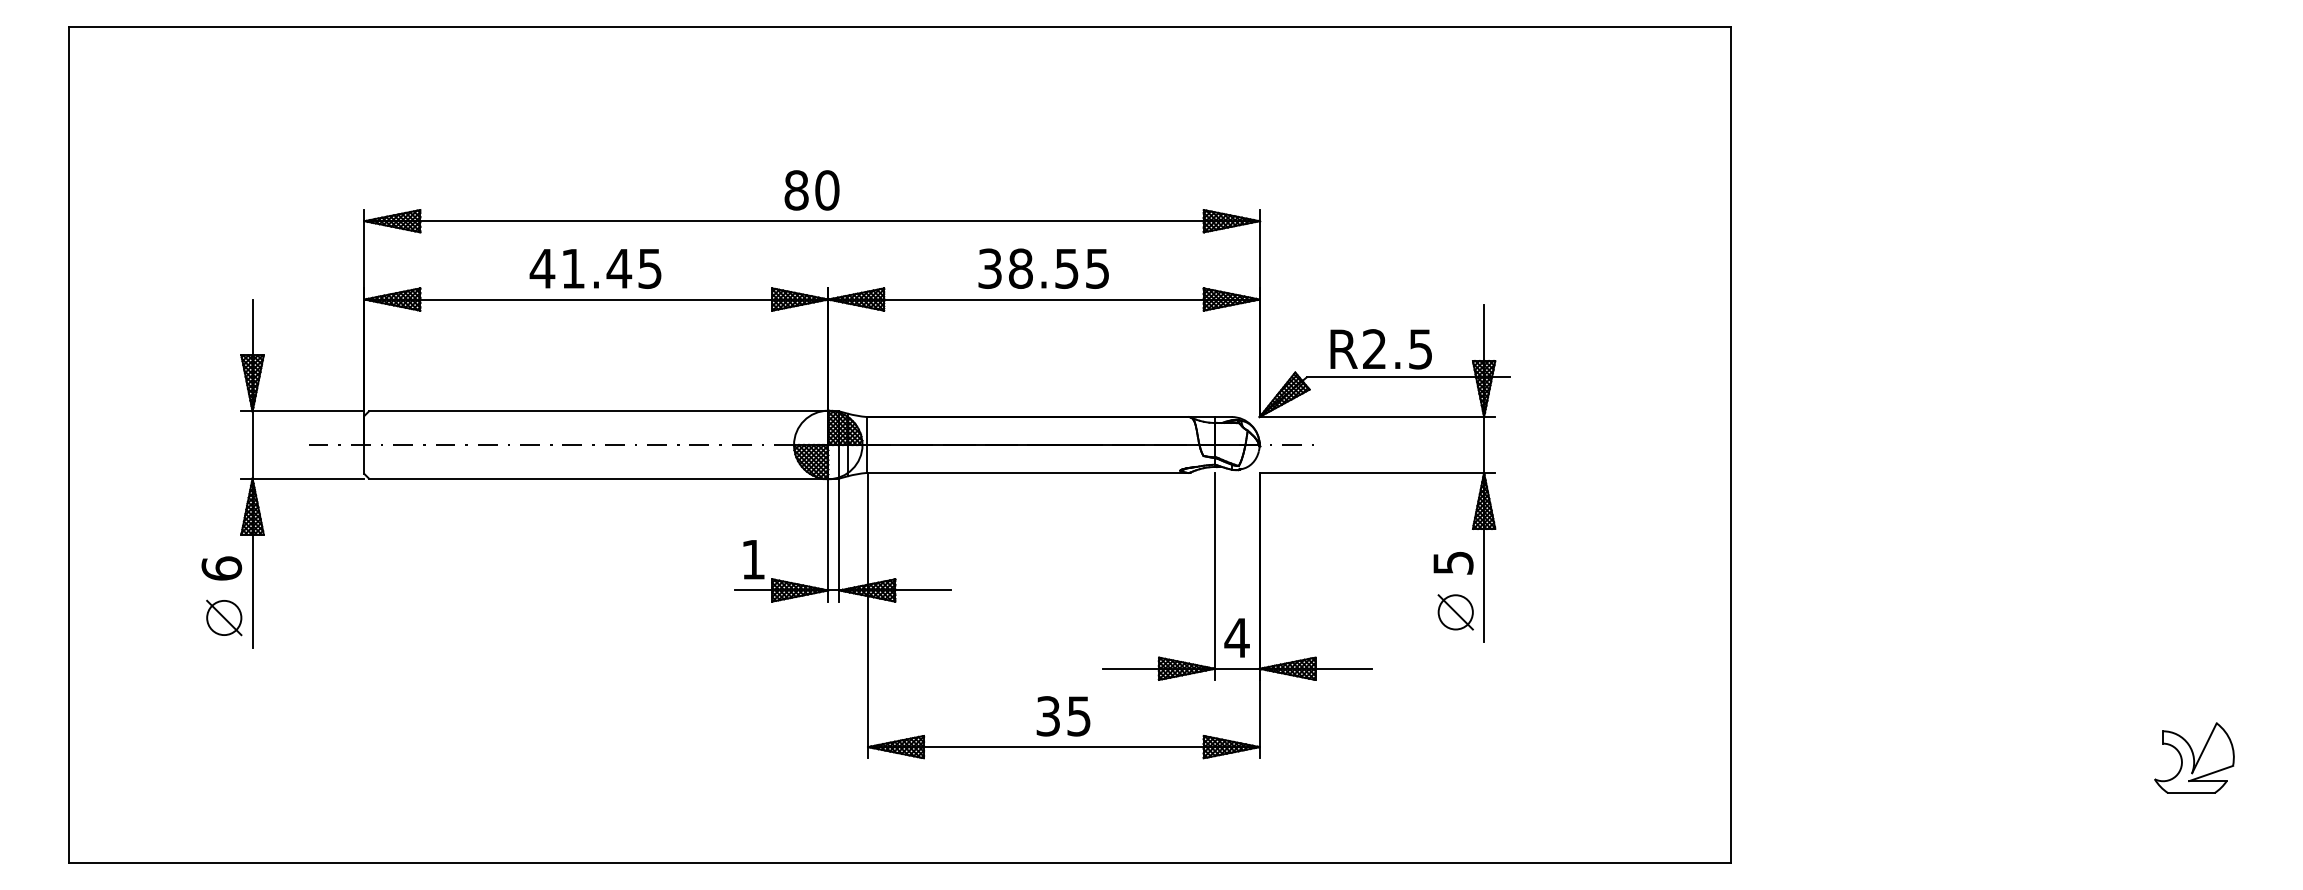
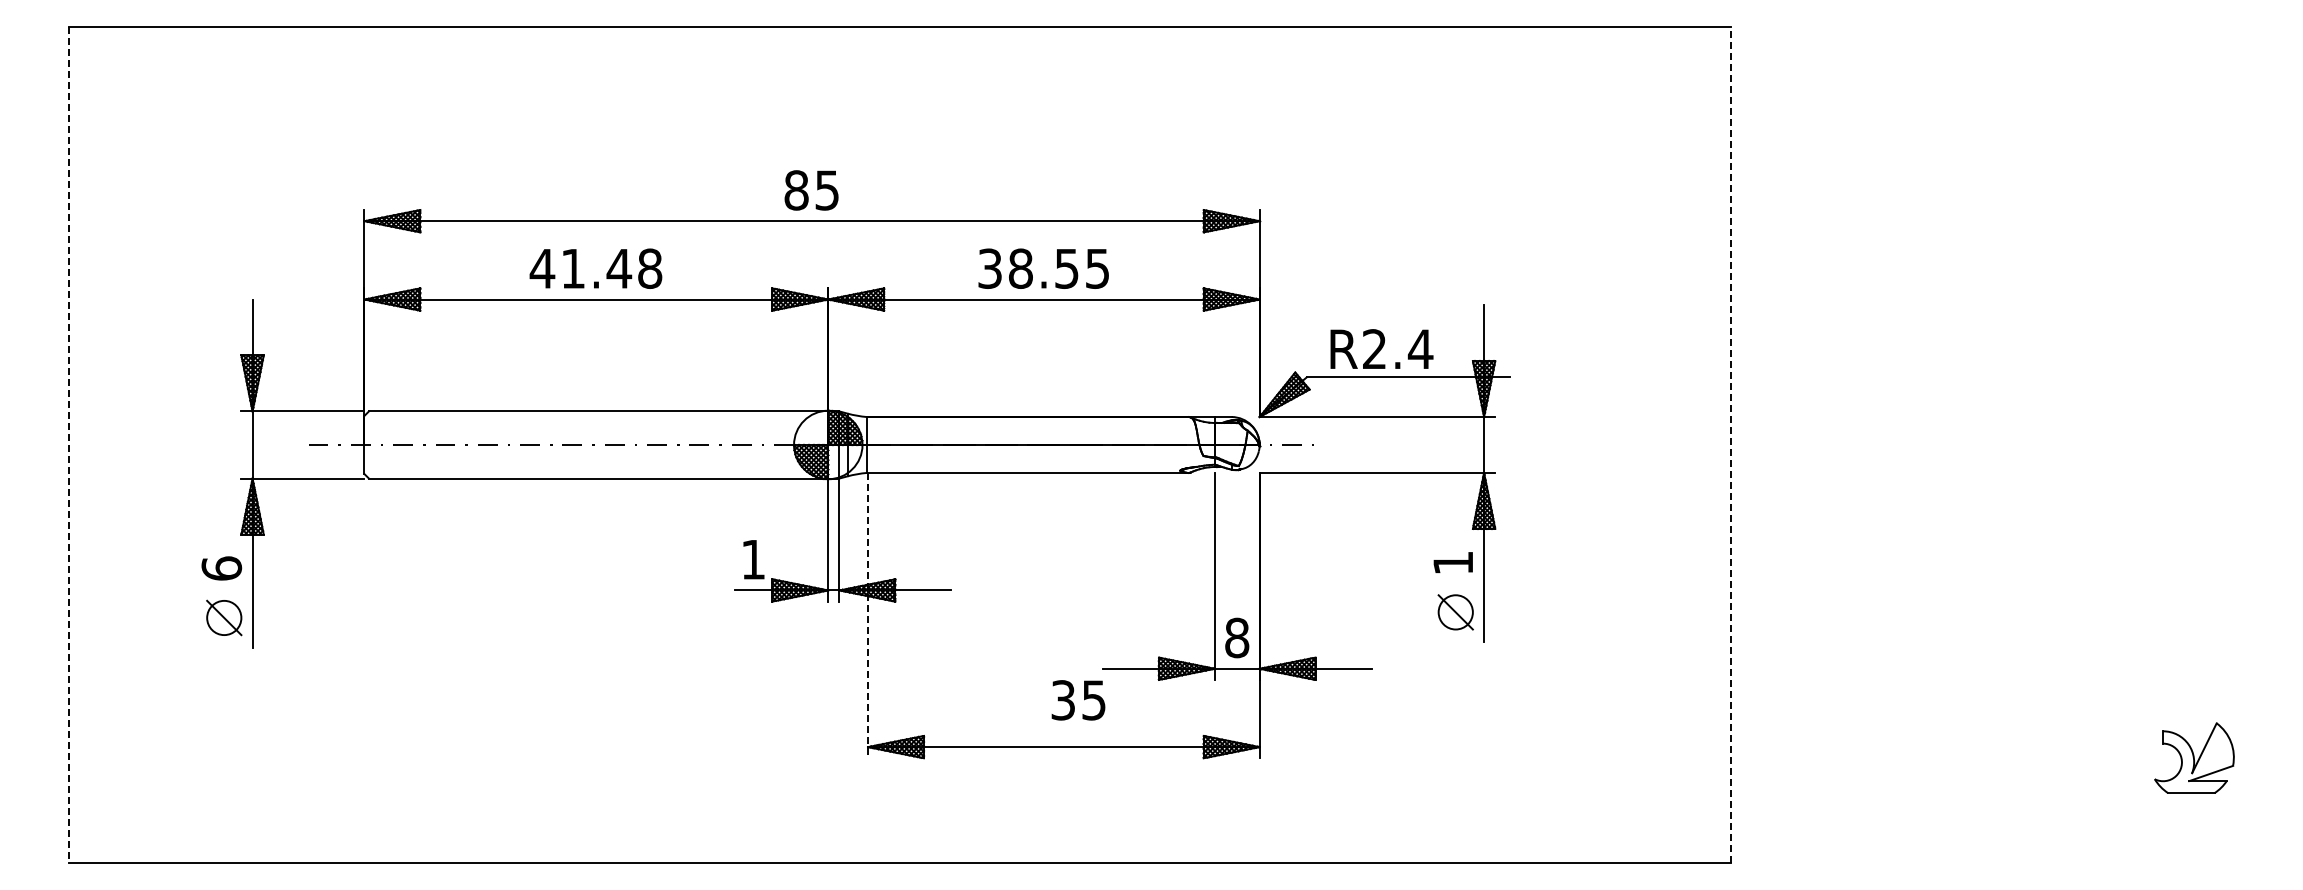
text at (827, 190): 80 -> 85
text at (650, 268): 41.45 -> 41.48
text at (1420, 349): R2.5 -> R2.4
line at (1730, 444): solid -> dashed
line at (69, 445): solid -> dashed
text at (1453, 562): 5 -> 1
line at (868, 615): solid -> dashed
text at (1236, 637): 4 -> 8
text at (1063, 716) position: (1063, 716) -> (1078, 700)
